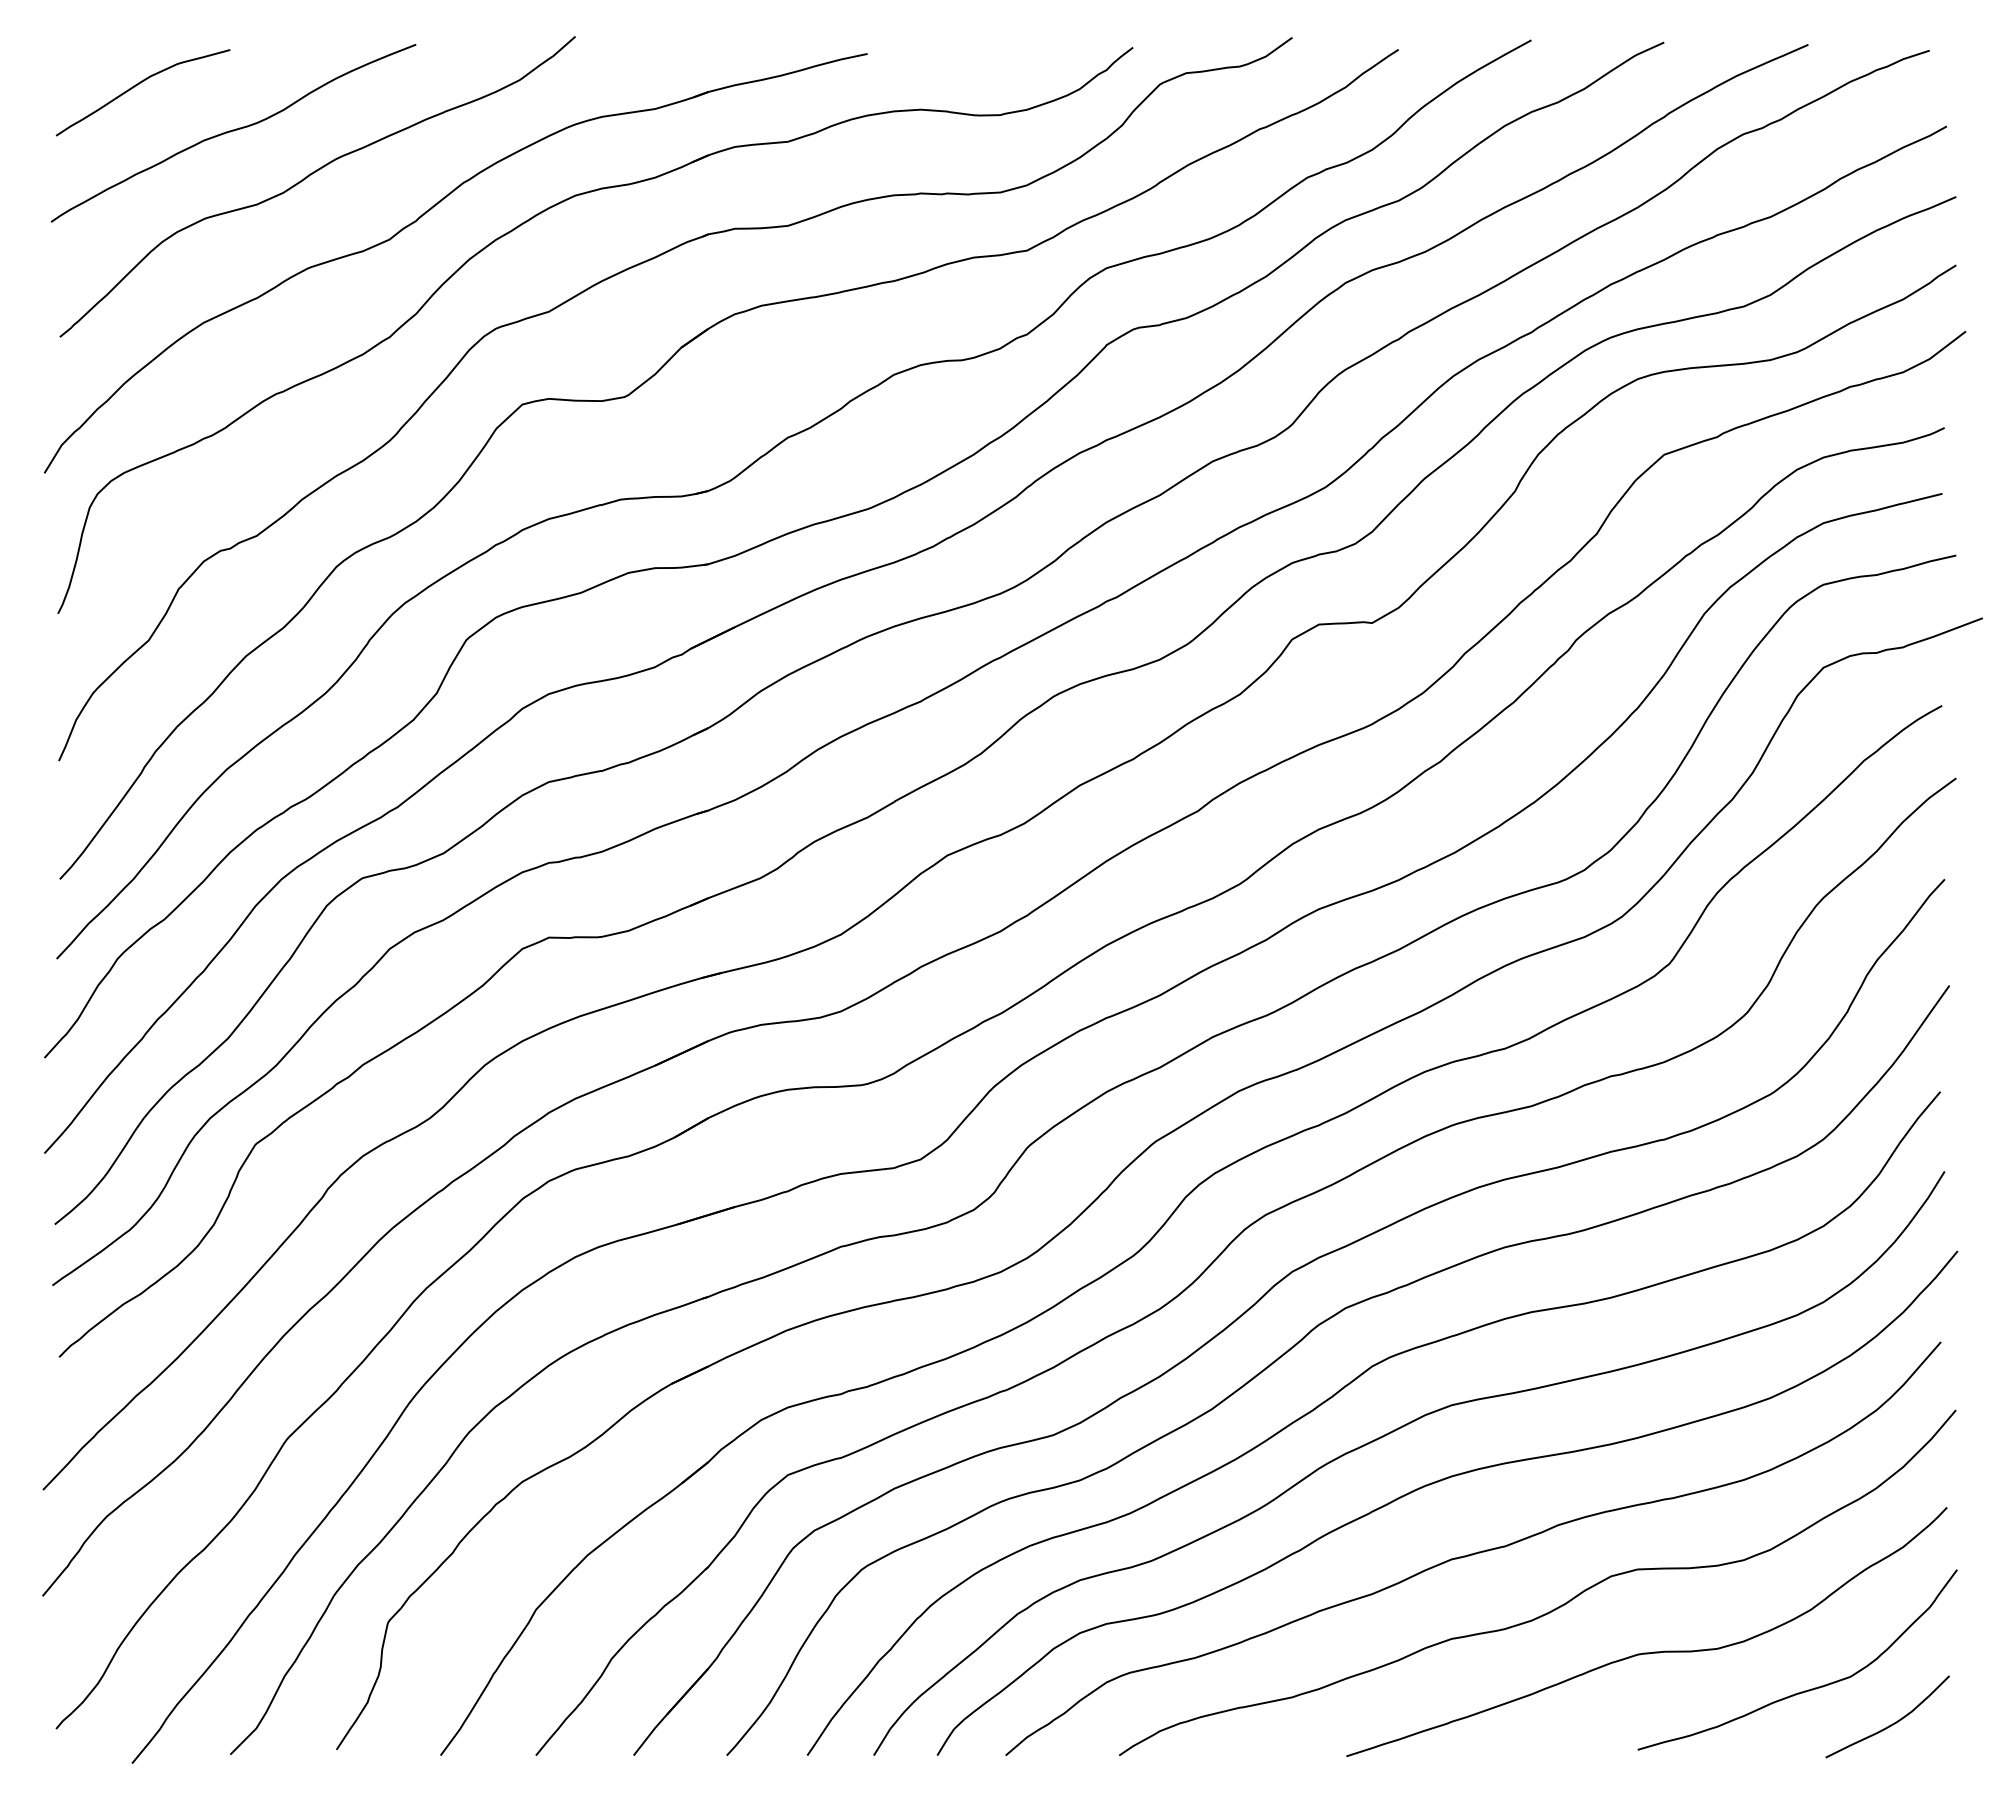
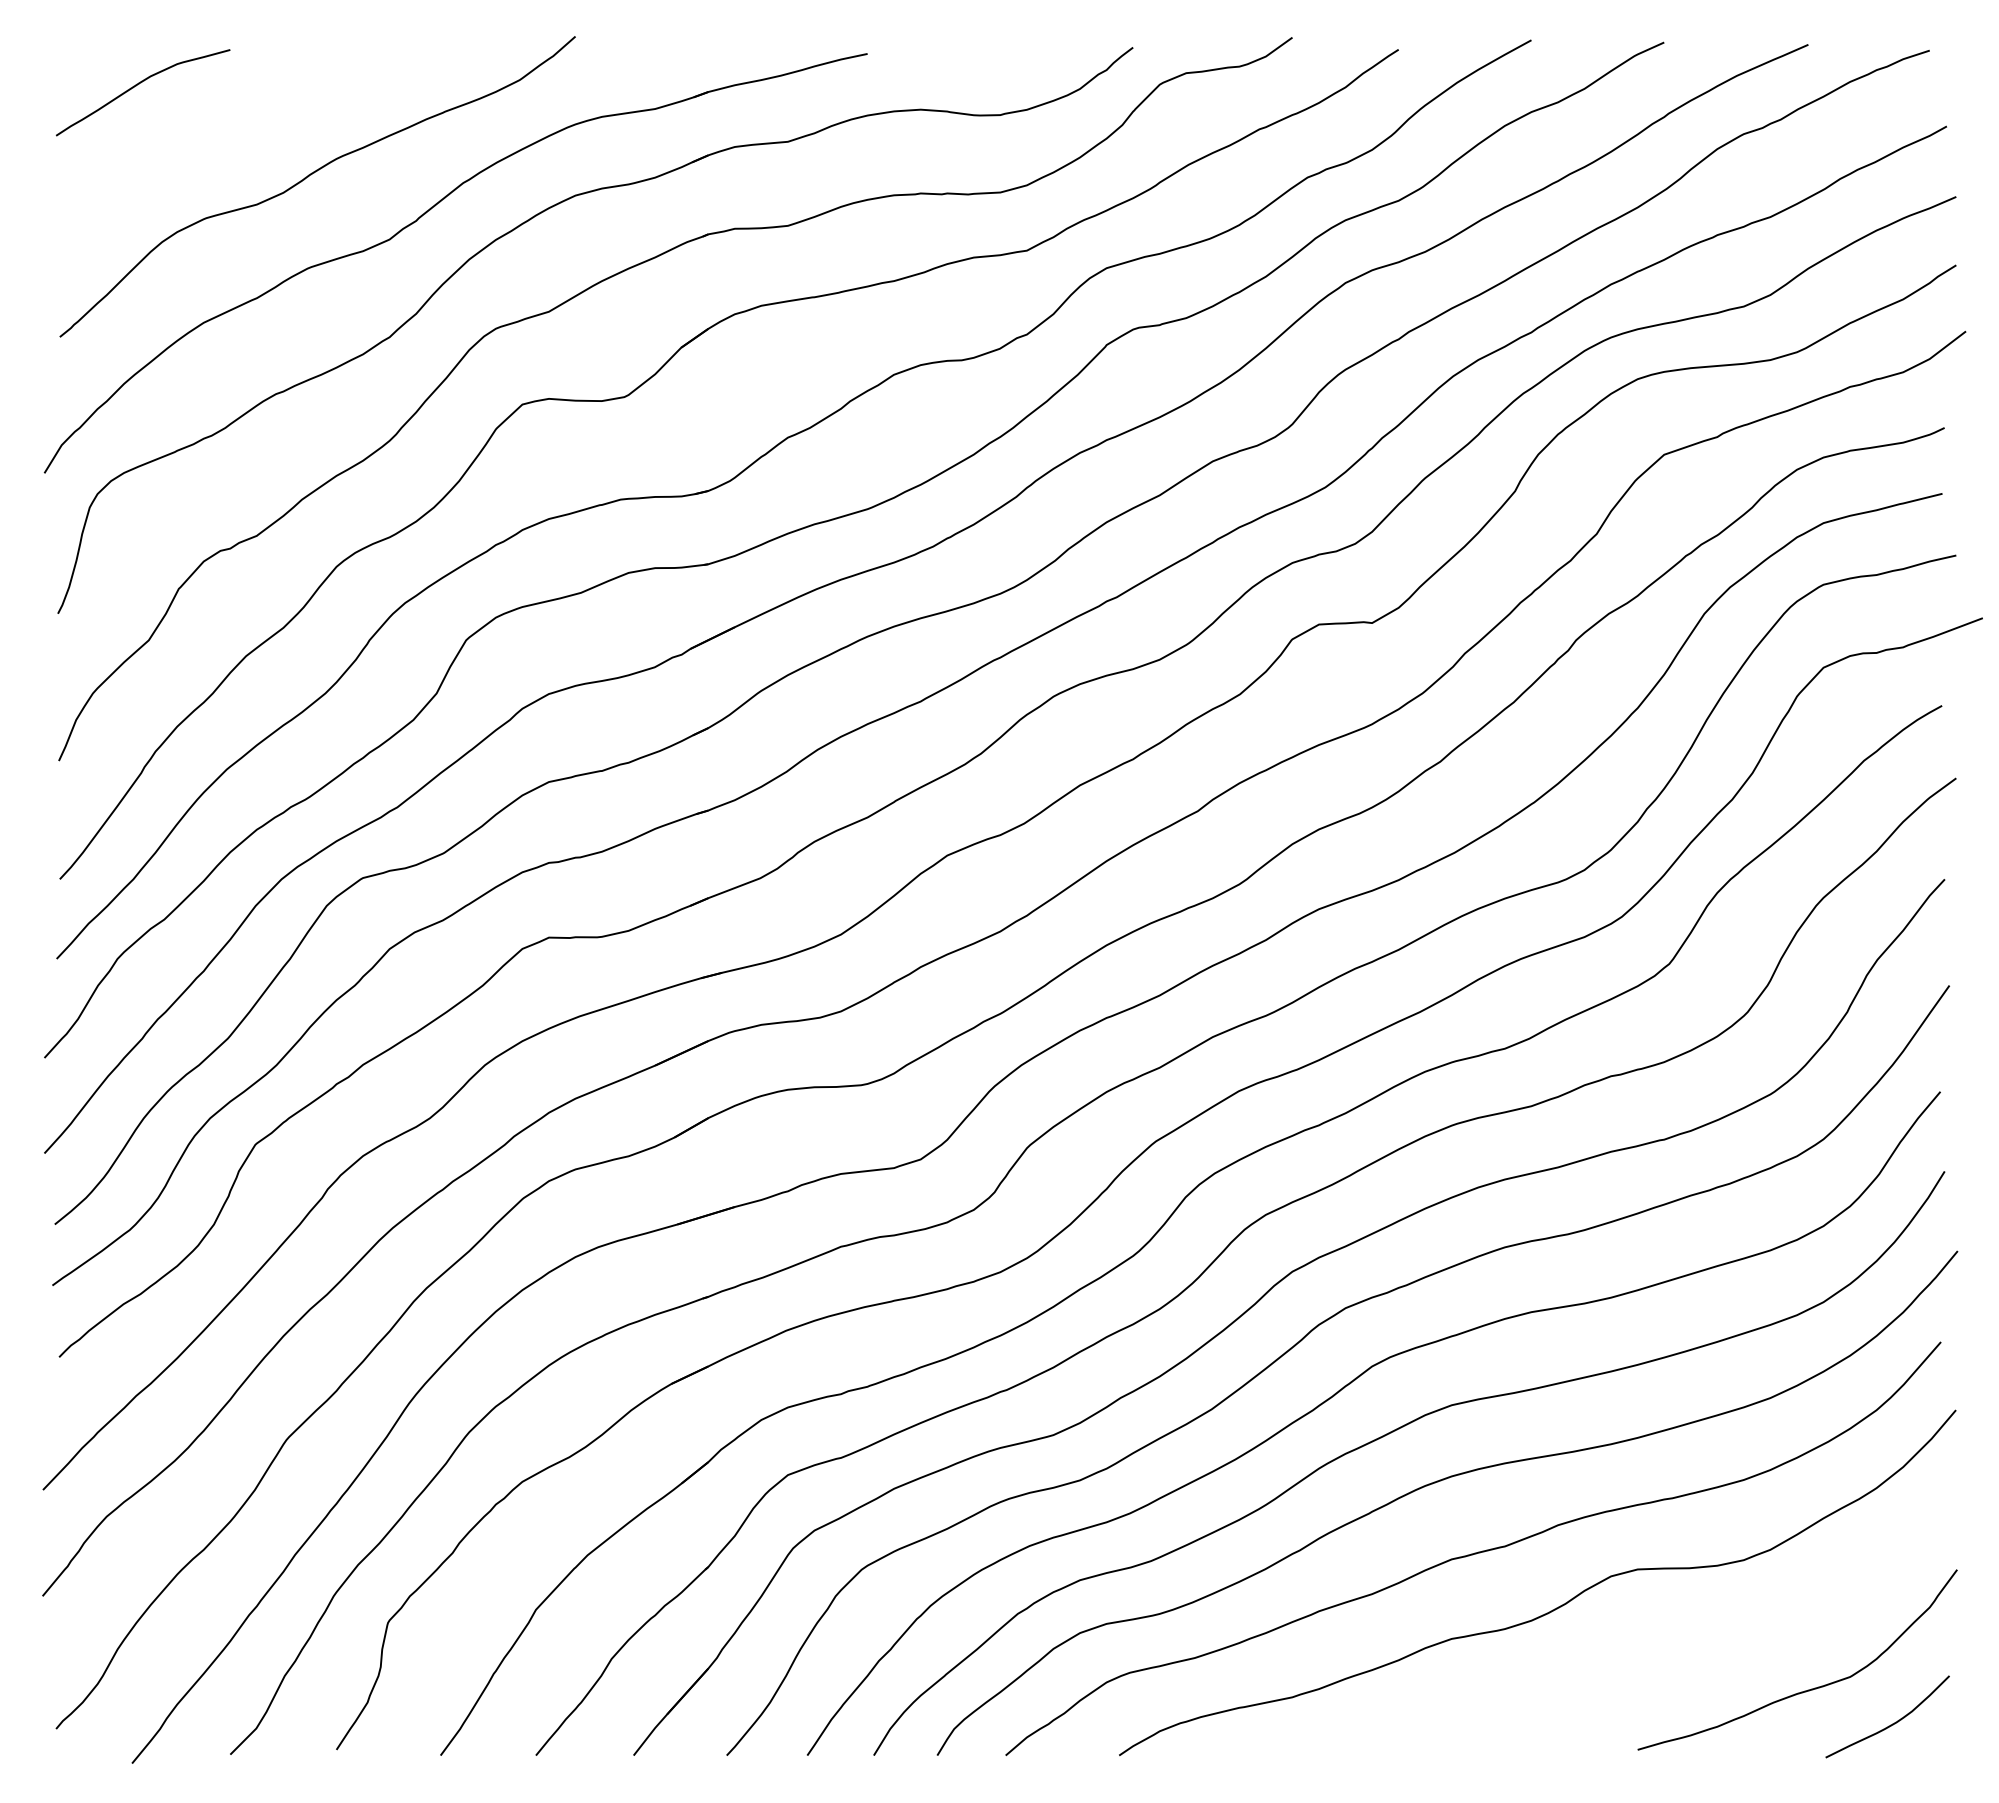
curve at (233, 131): present -> none
curve at (1646, 1652): present -> none
